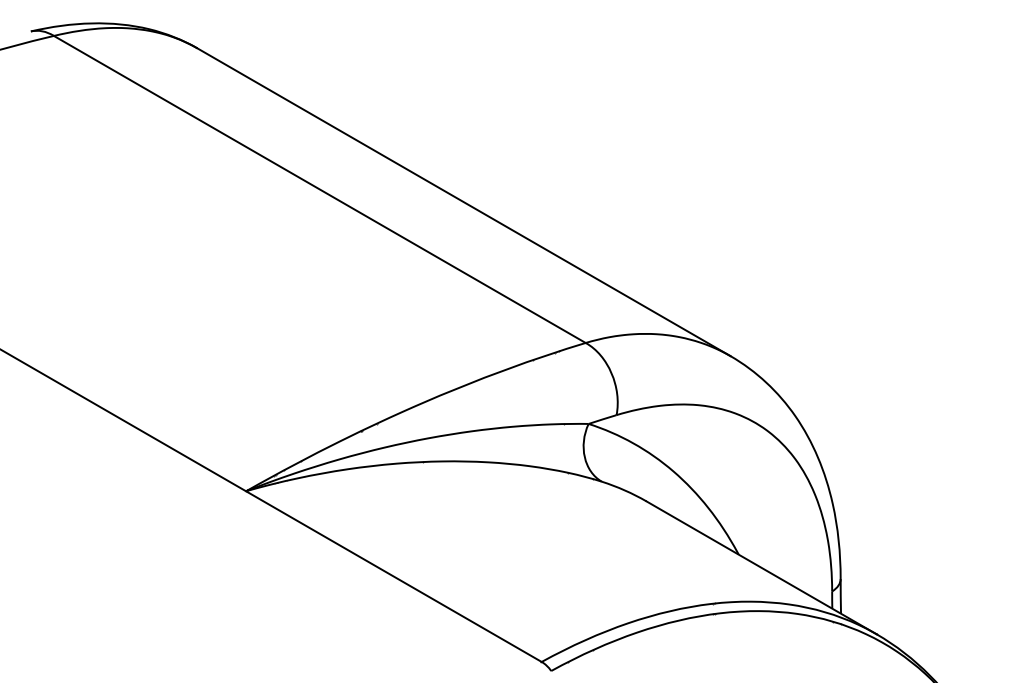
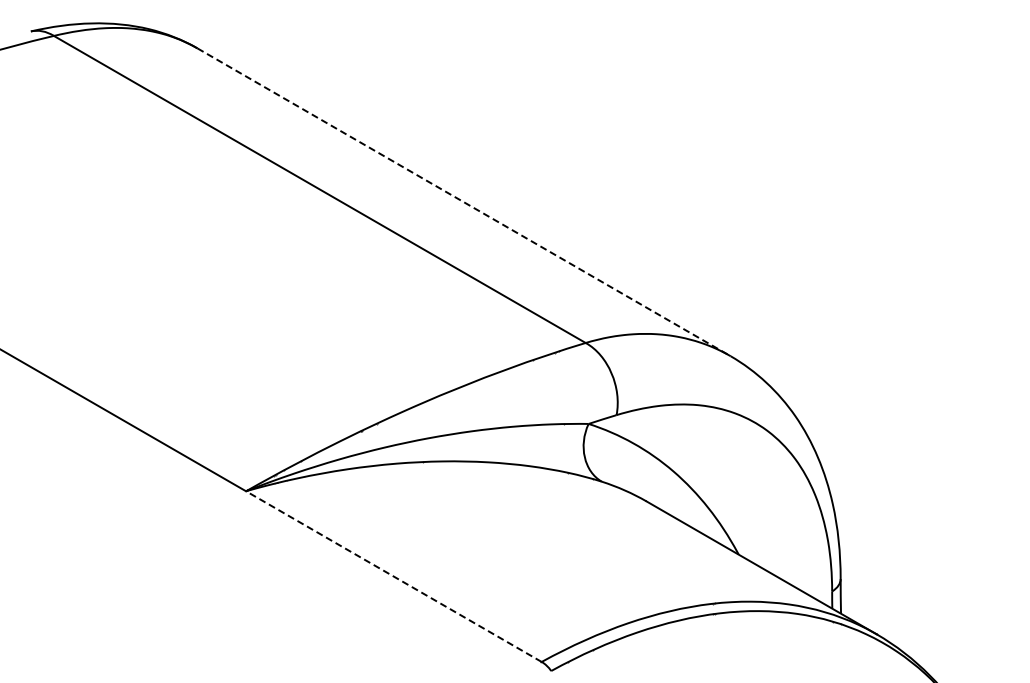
line at (464, 202): solid -> dashed
line at (393, 576): solid -> dashed
